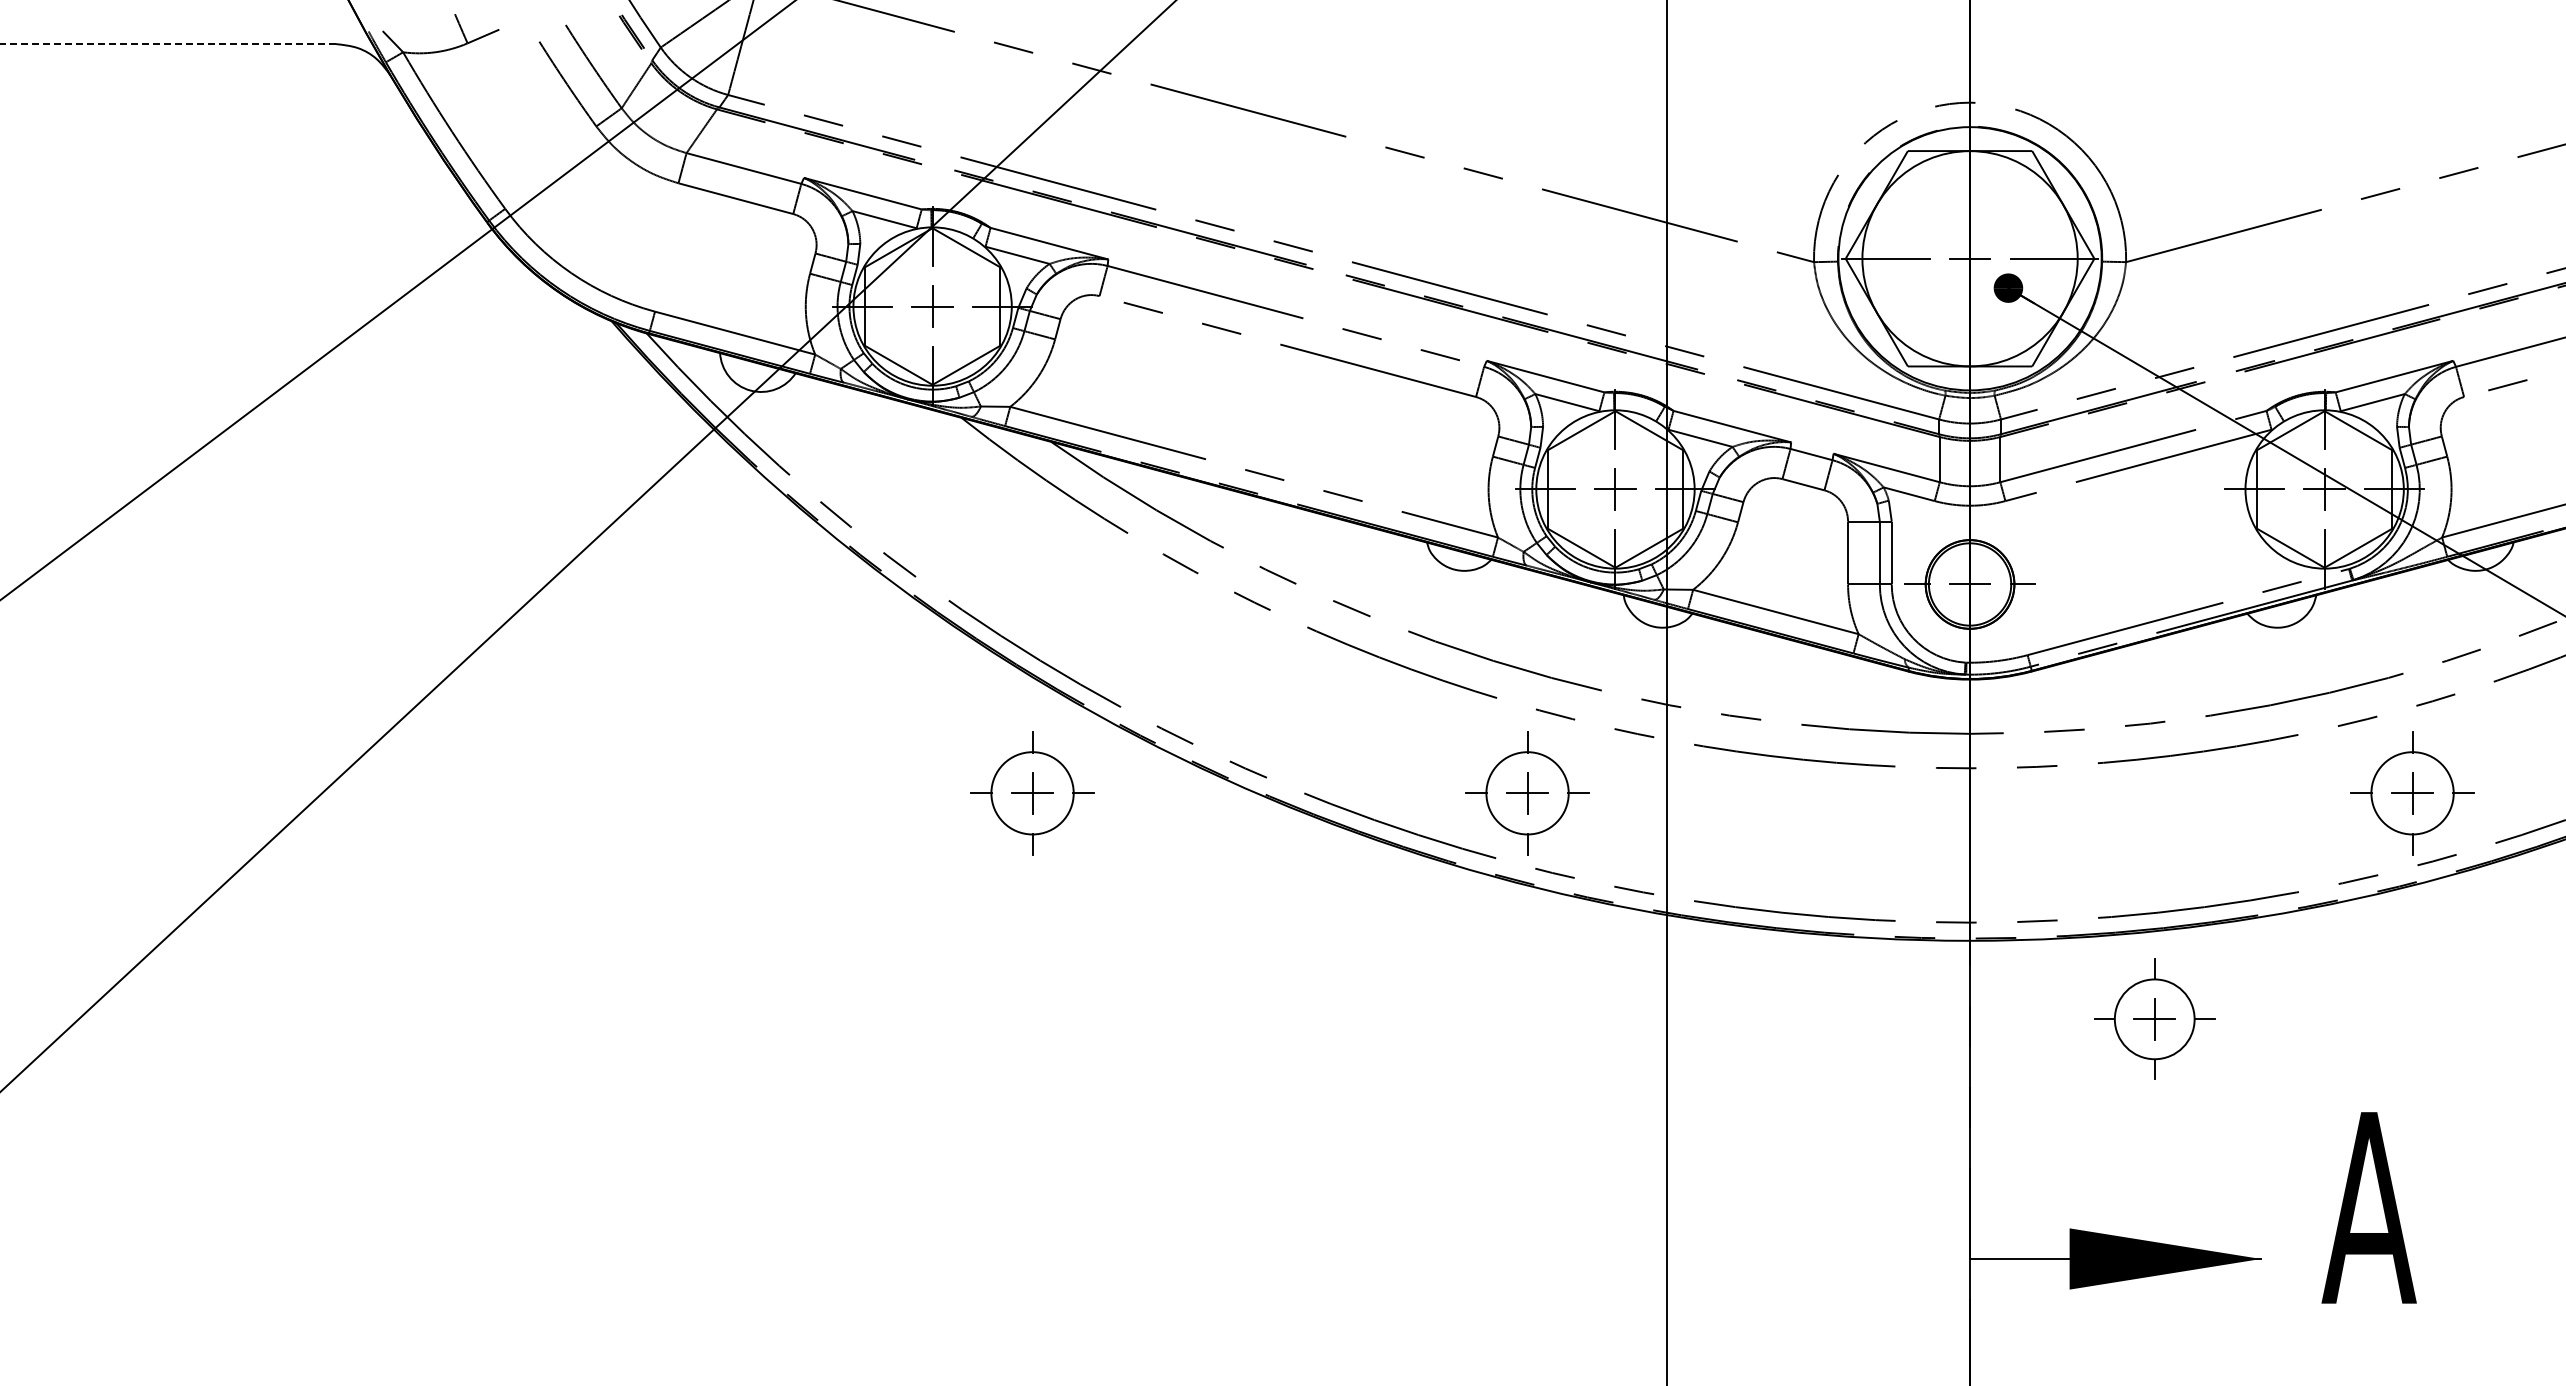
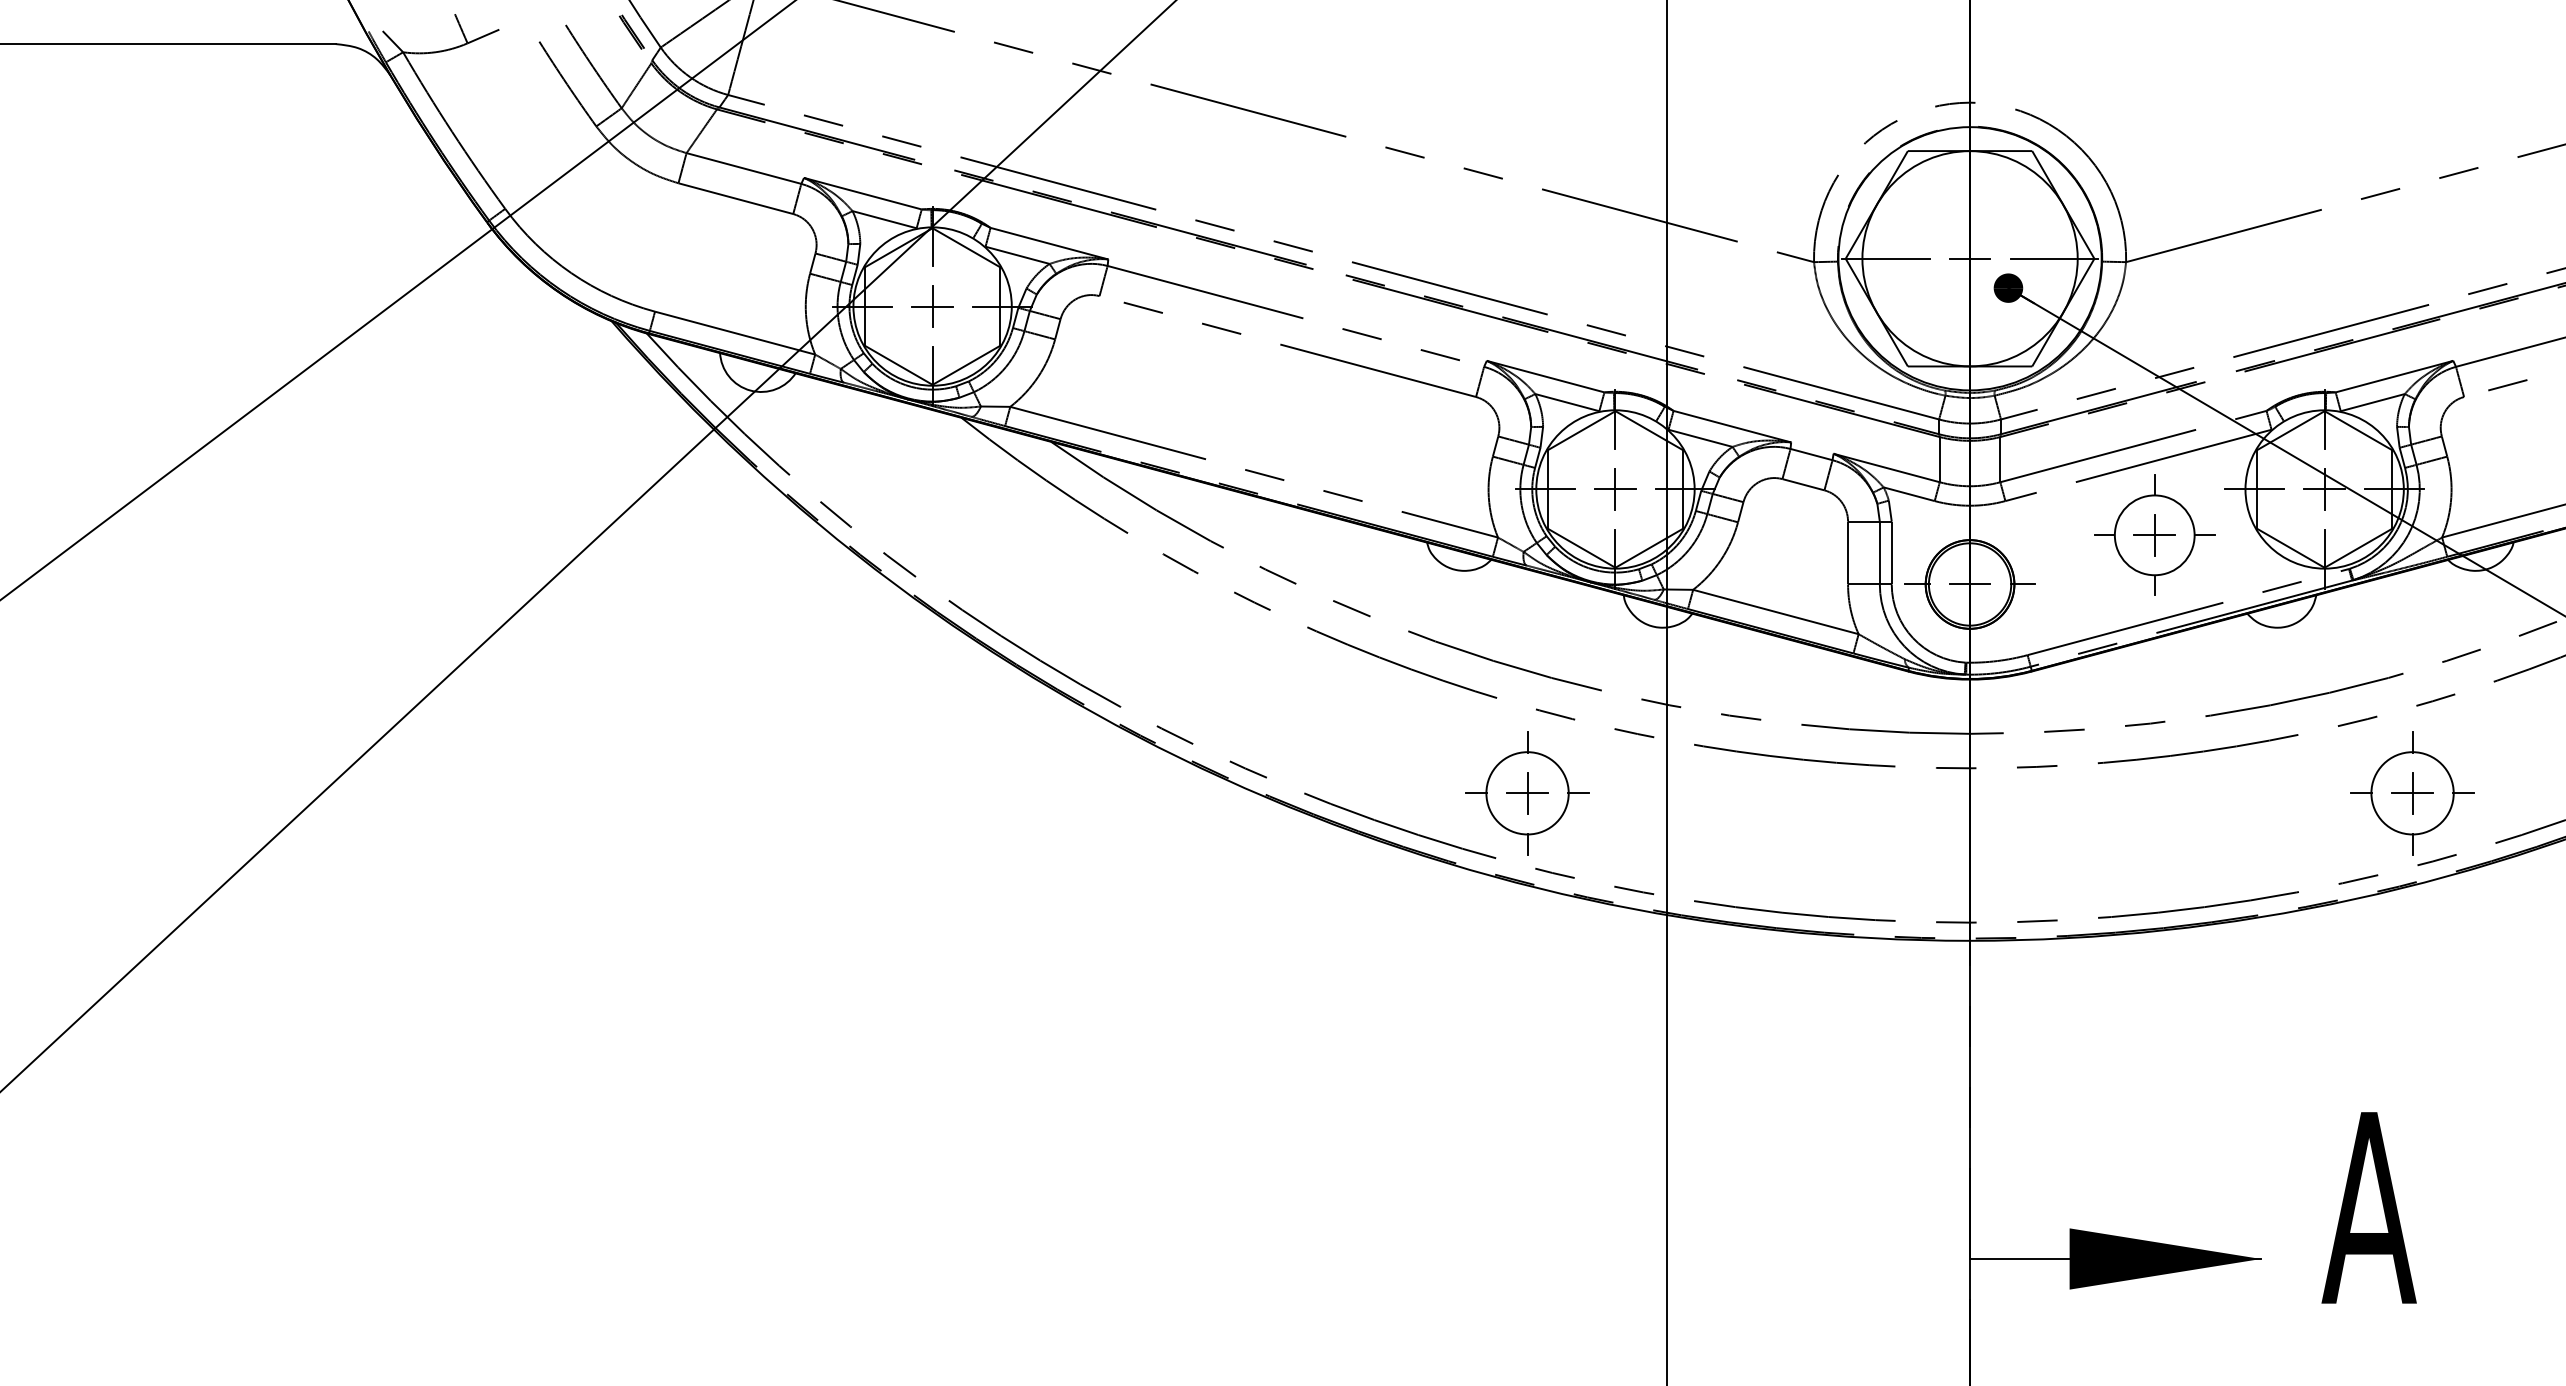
line at (168, 44): dashed -> solid
part at (1032, 793): present -> none
part at (2154, 1018) position: (2154, 1018) -> (2154, 534)
